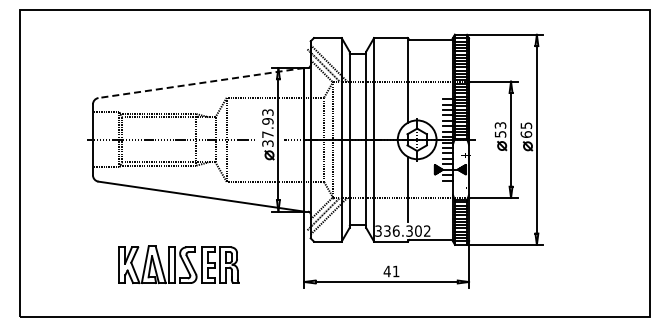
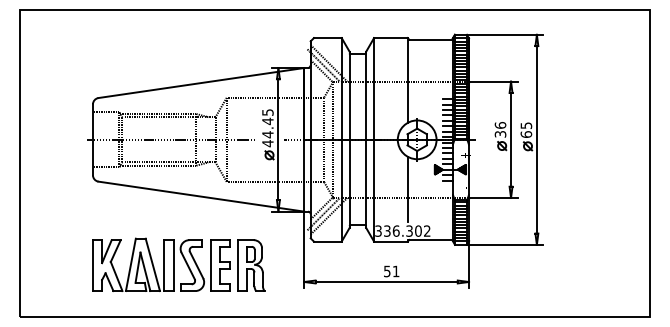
line at (201, 83): dashed -> solid
text at (267, 128): 37.93 -> 44.45
text at (500, 129): 53 -> 36
part at (178, 264) size: 122x40 px -> 174x55 px
text at (386, 271): 41 -> 51
